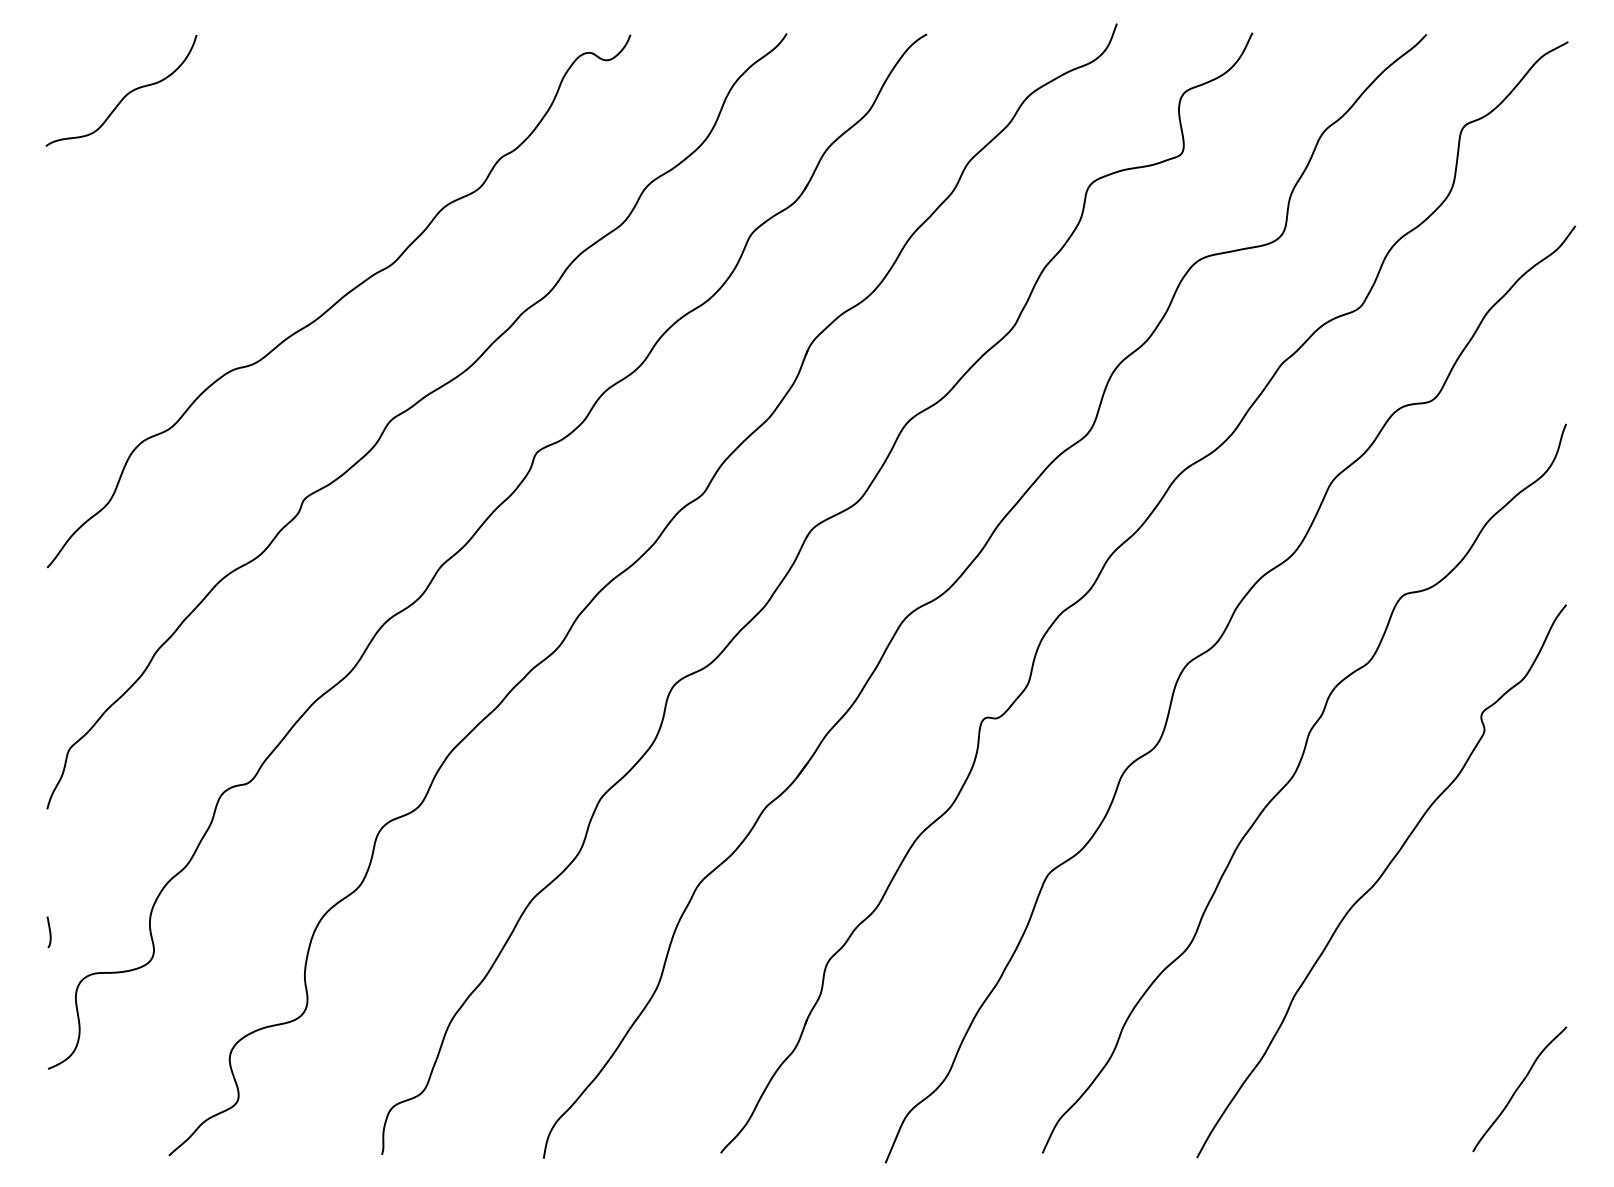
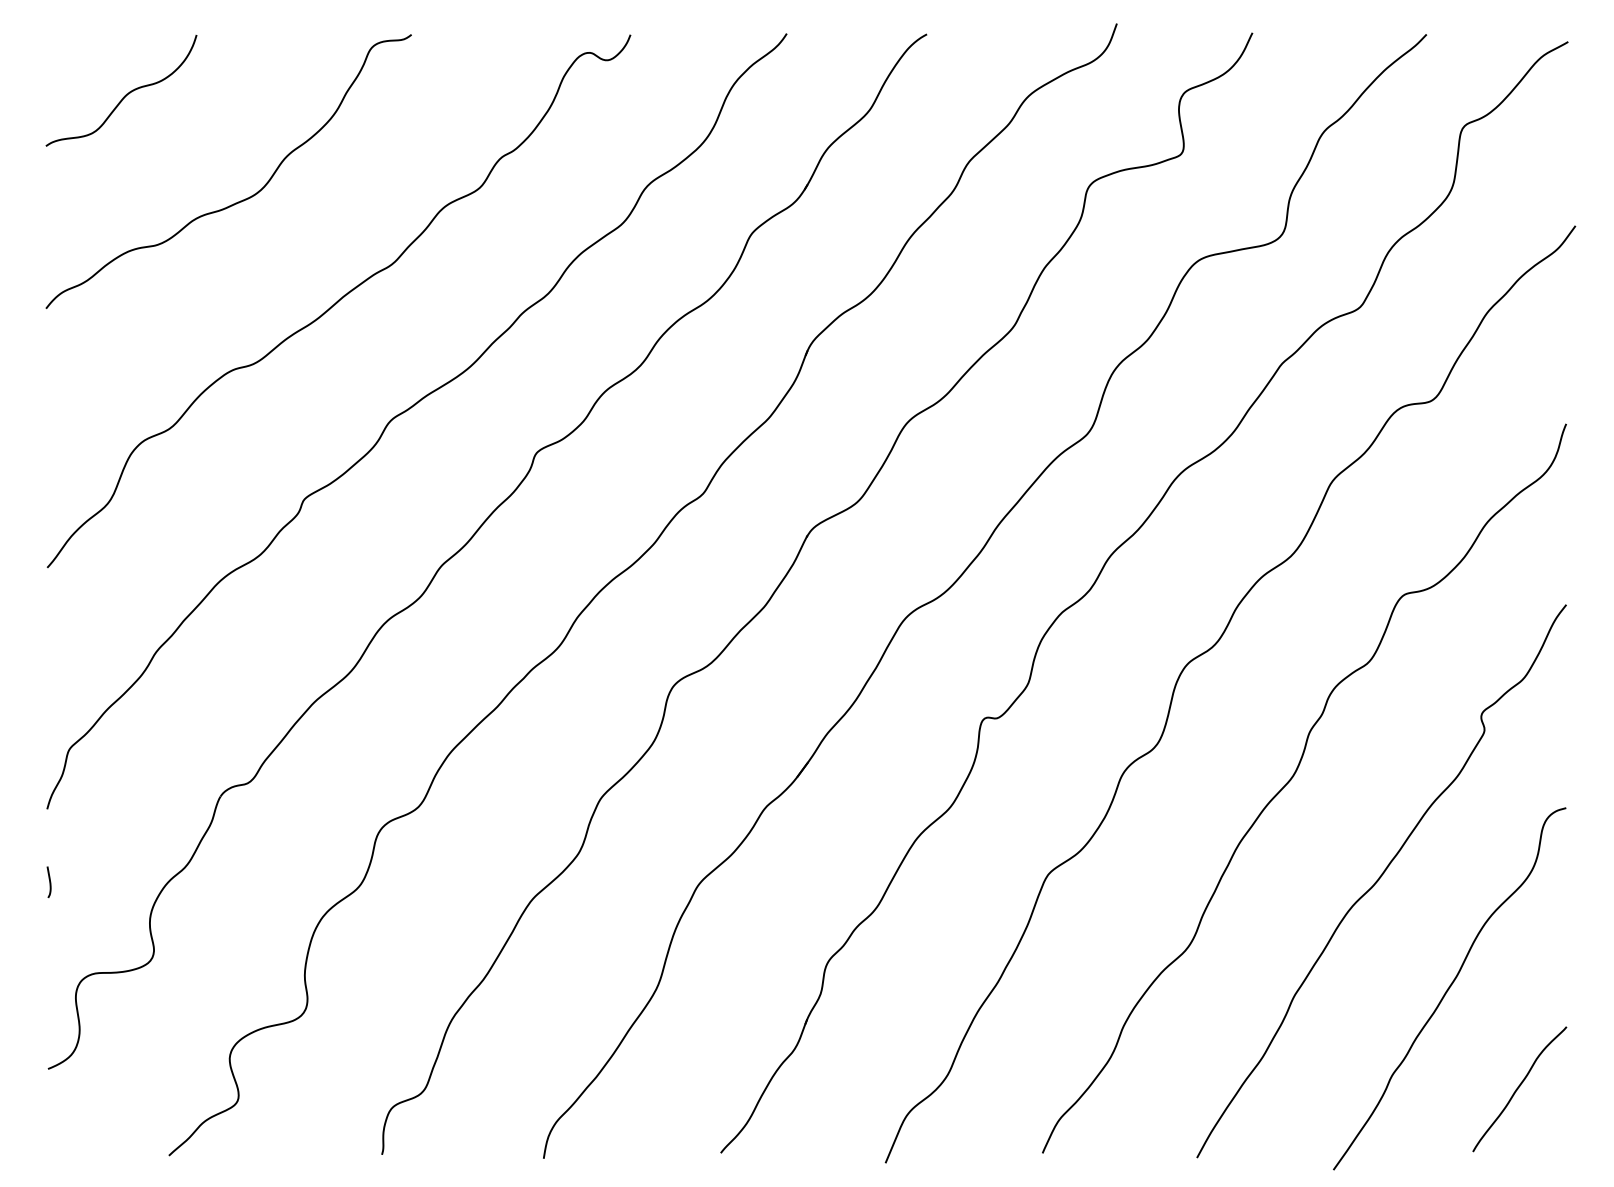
curve at (242, 199): none -> present
curve at (49, 931) position: (49, 931) -> (49, 881)
curve at (1449, 988): none -> present
